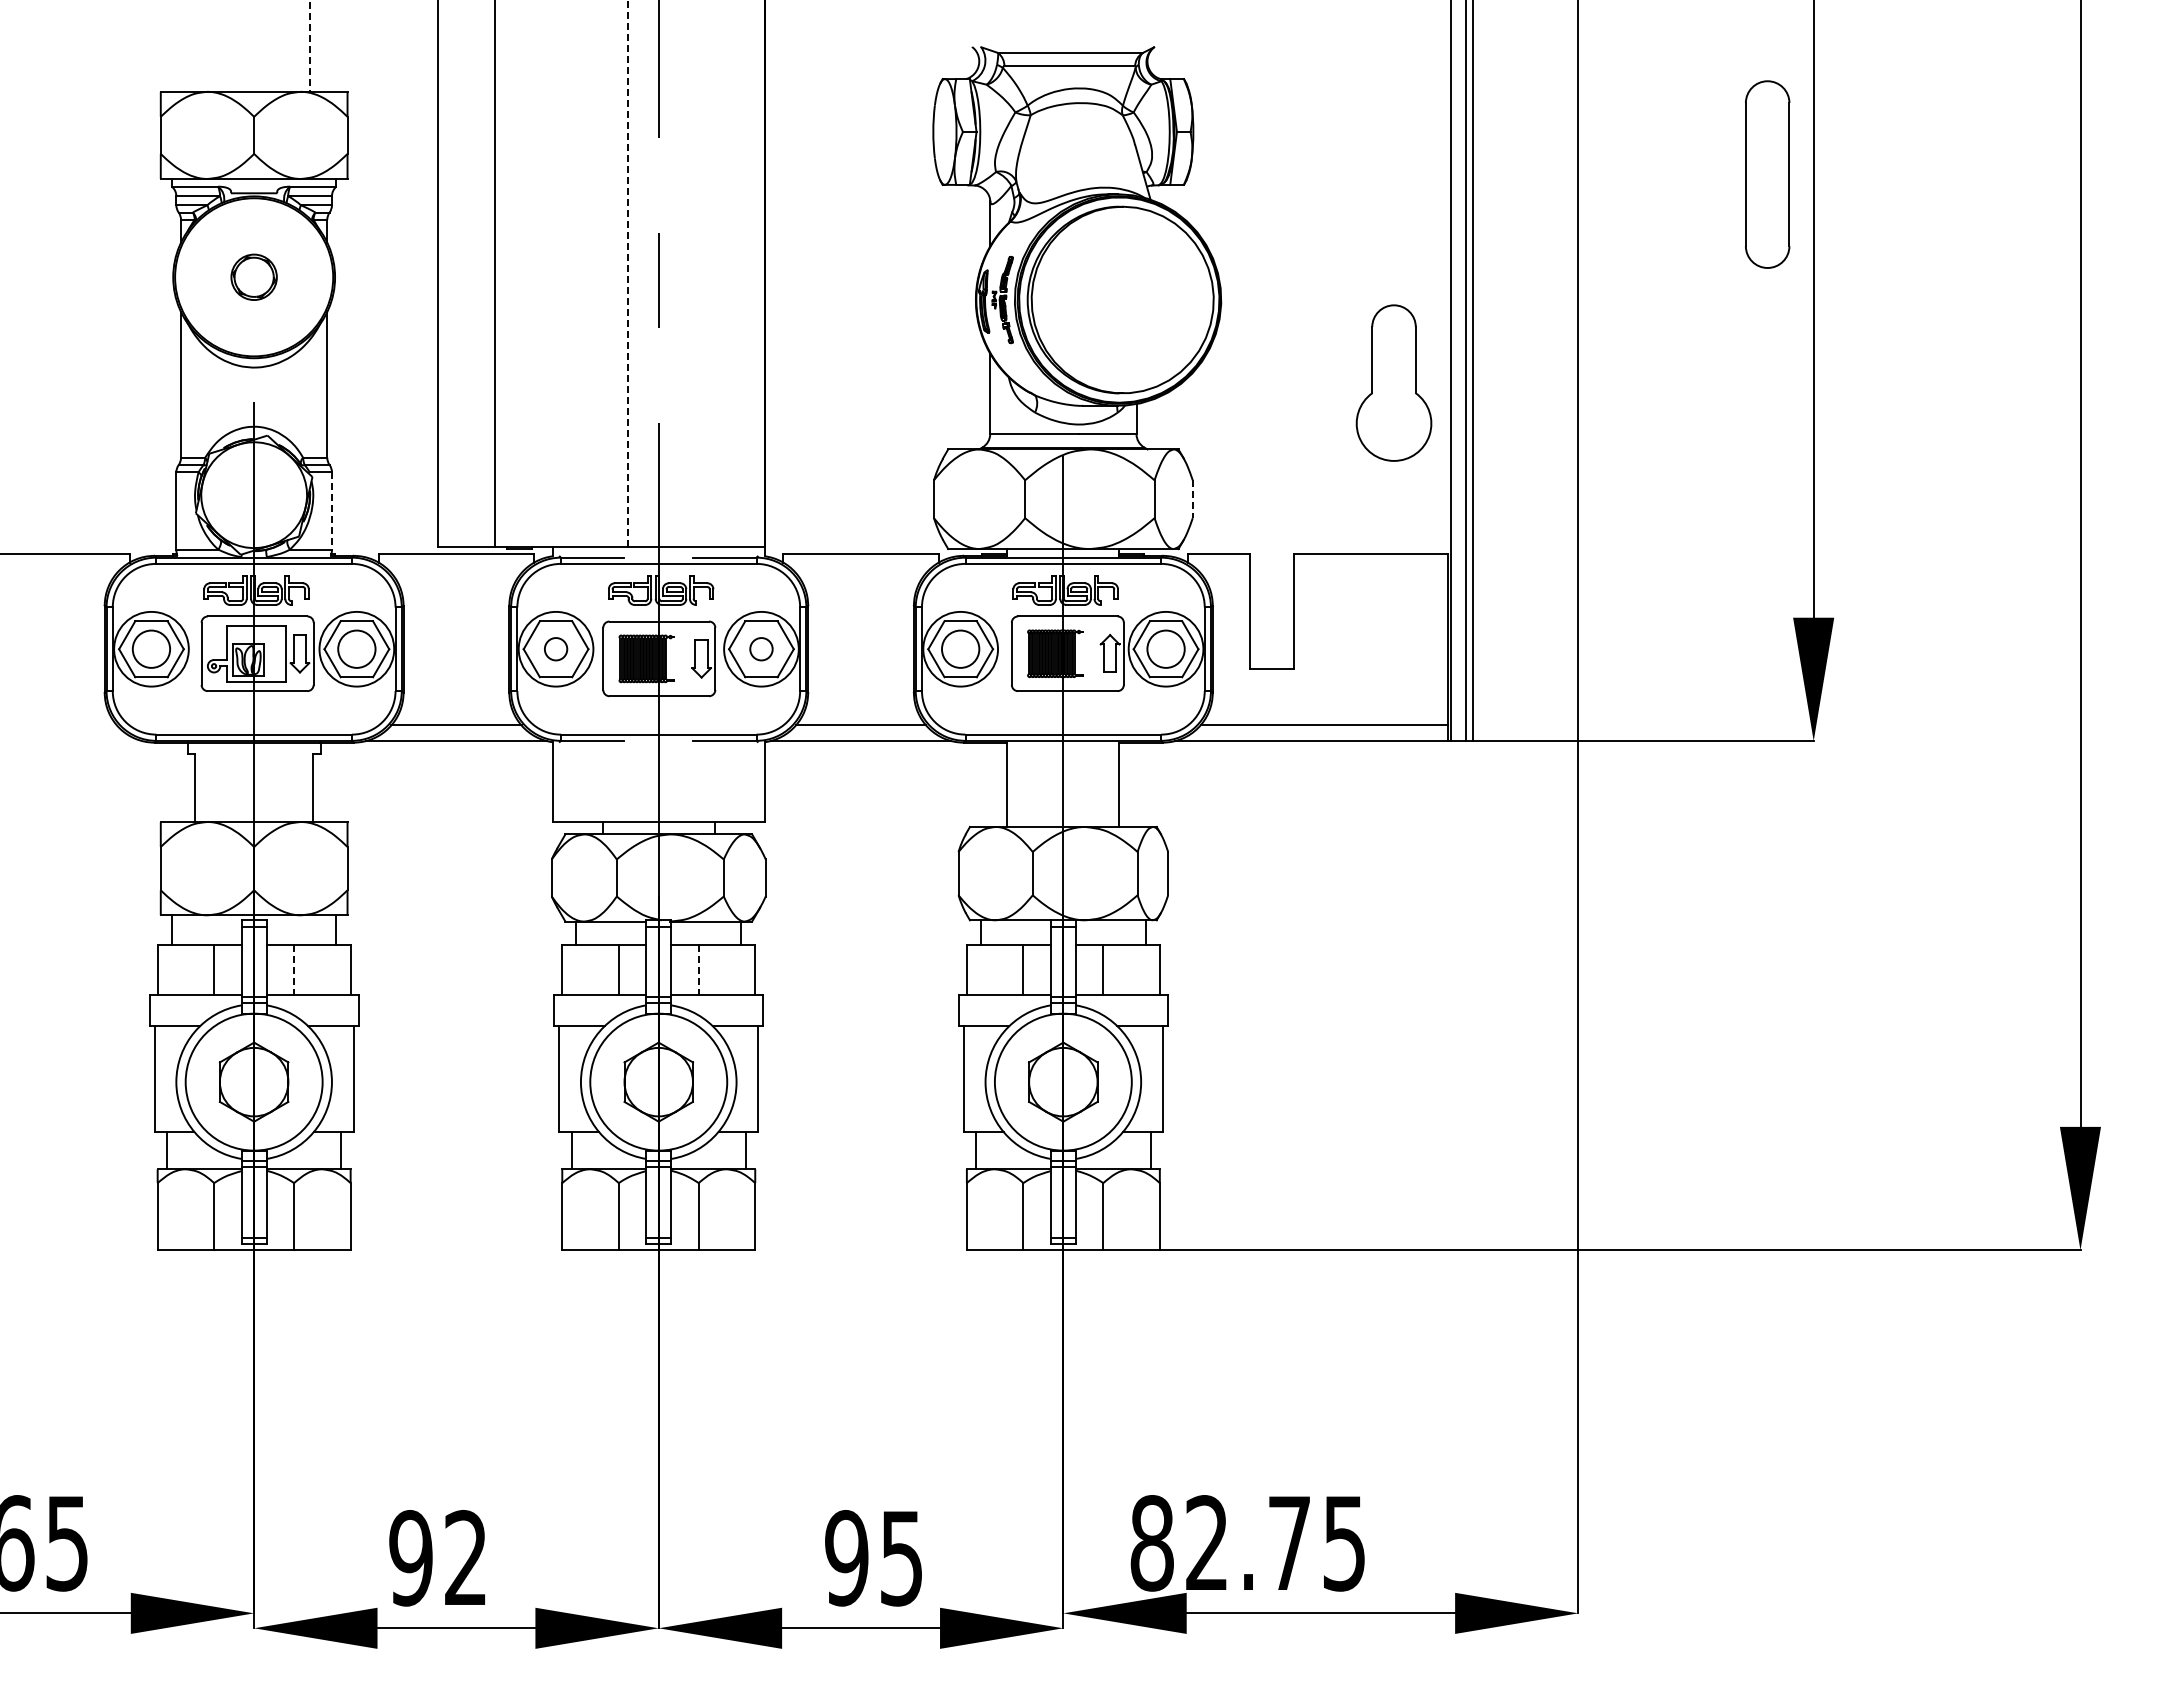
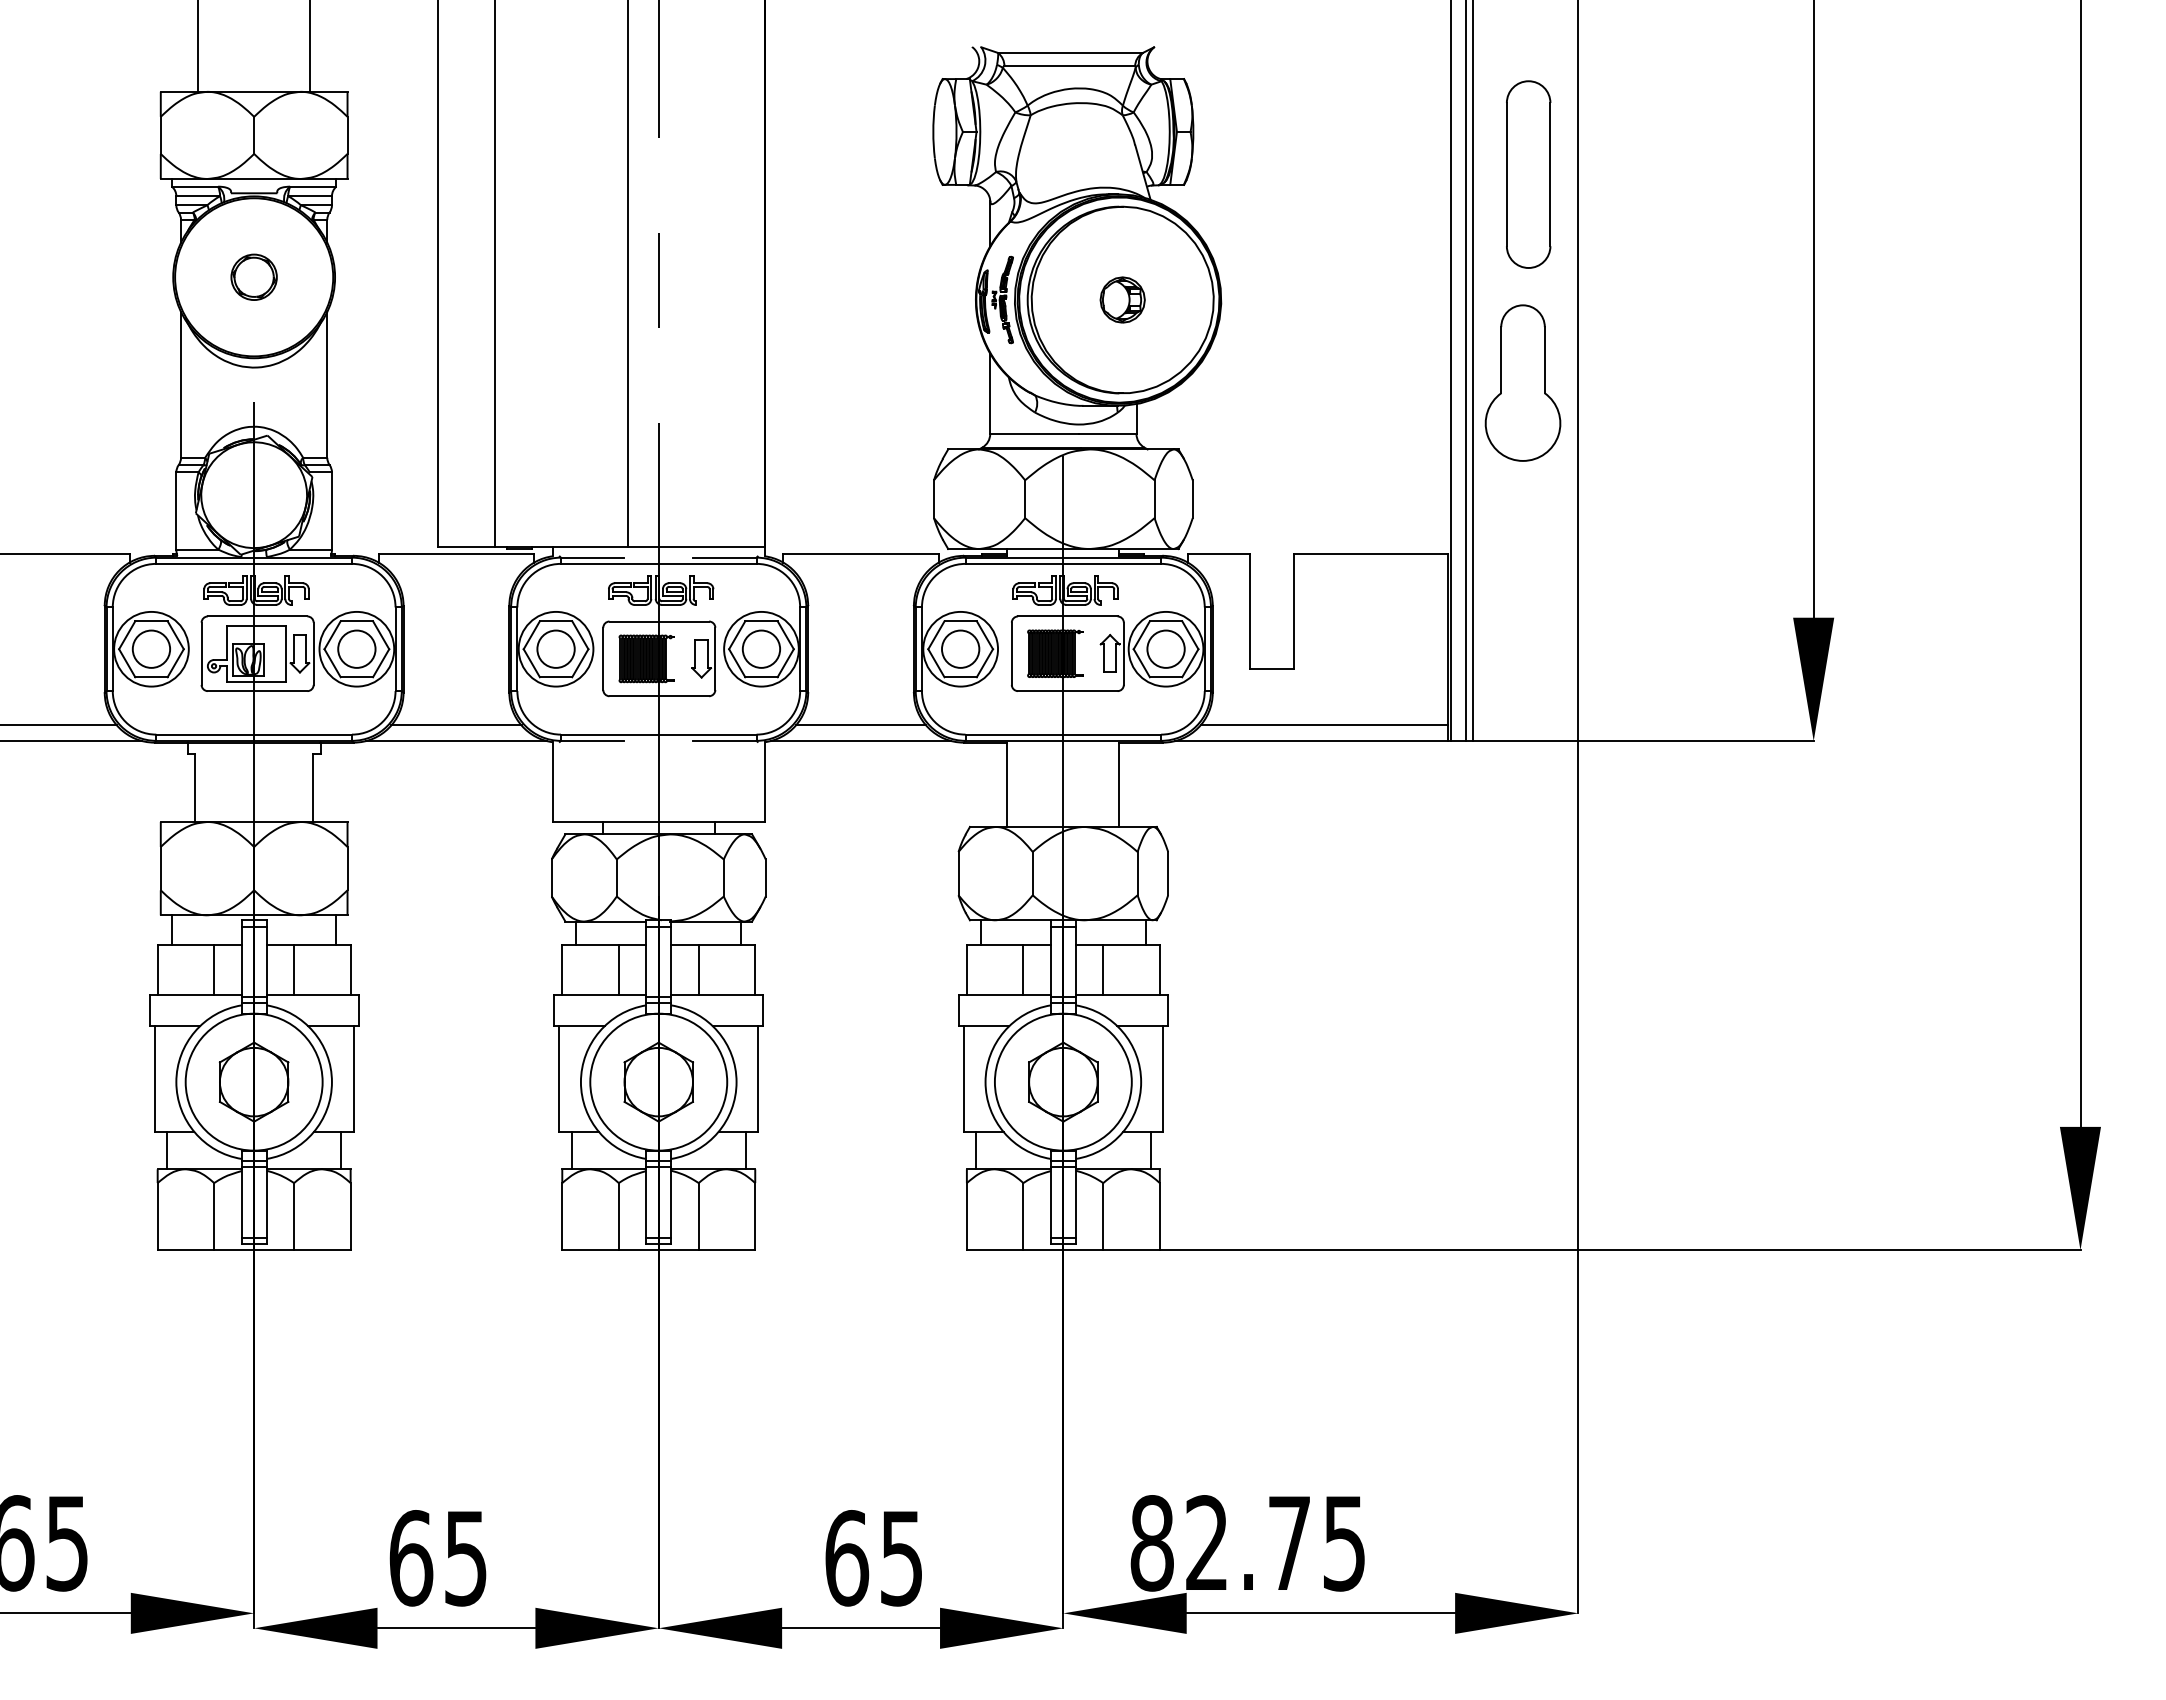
line at (198, 46): none -> present
line at (310, 46): dashed -> solid
part at (1767, 174) position: (1767, 174) -> (1528, 174)
line at (627, 273): dashed -> solid
part at (1122, 299): none -> present
part at (1393, 382) position: (1393, 382) -> (1522, 382)
line at (1192, 499): dashed -> solid
line at (331, 511): dashed -> solid
circle at (555, 649) diameter: 22 px -> 37 px
circle at (761, 649) diameter: 22 px -> 37 px
line at (59, 725): none -> present
line at (72, 741): none -> present
line at (294, 970): dashed -> solid
line at (698, 970): dashed -> solid
text at (437, 1558): 92 -> 65
text at (847, 1558): 95 -> 65
